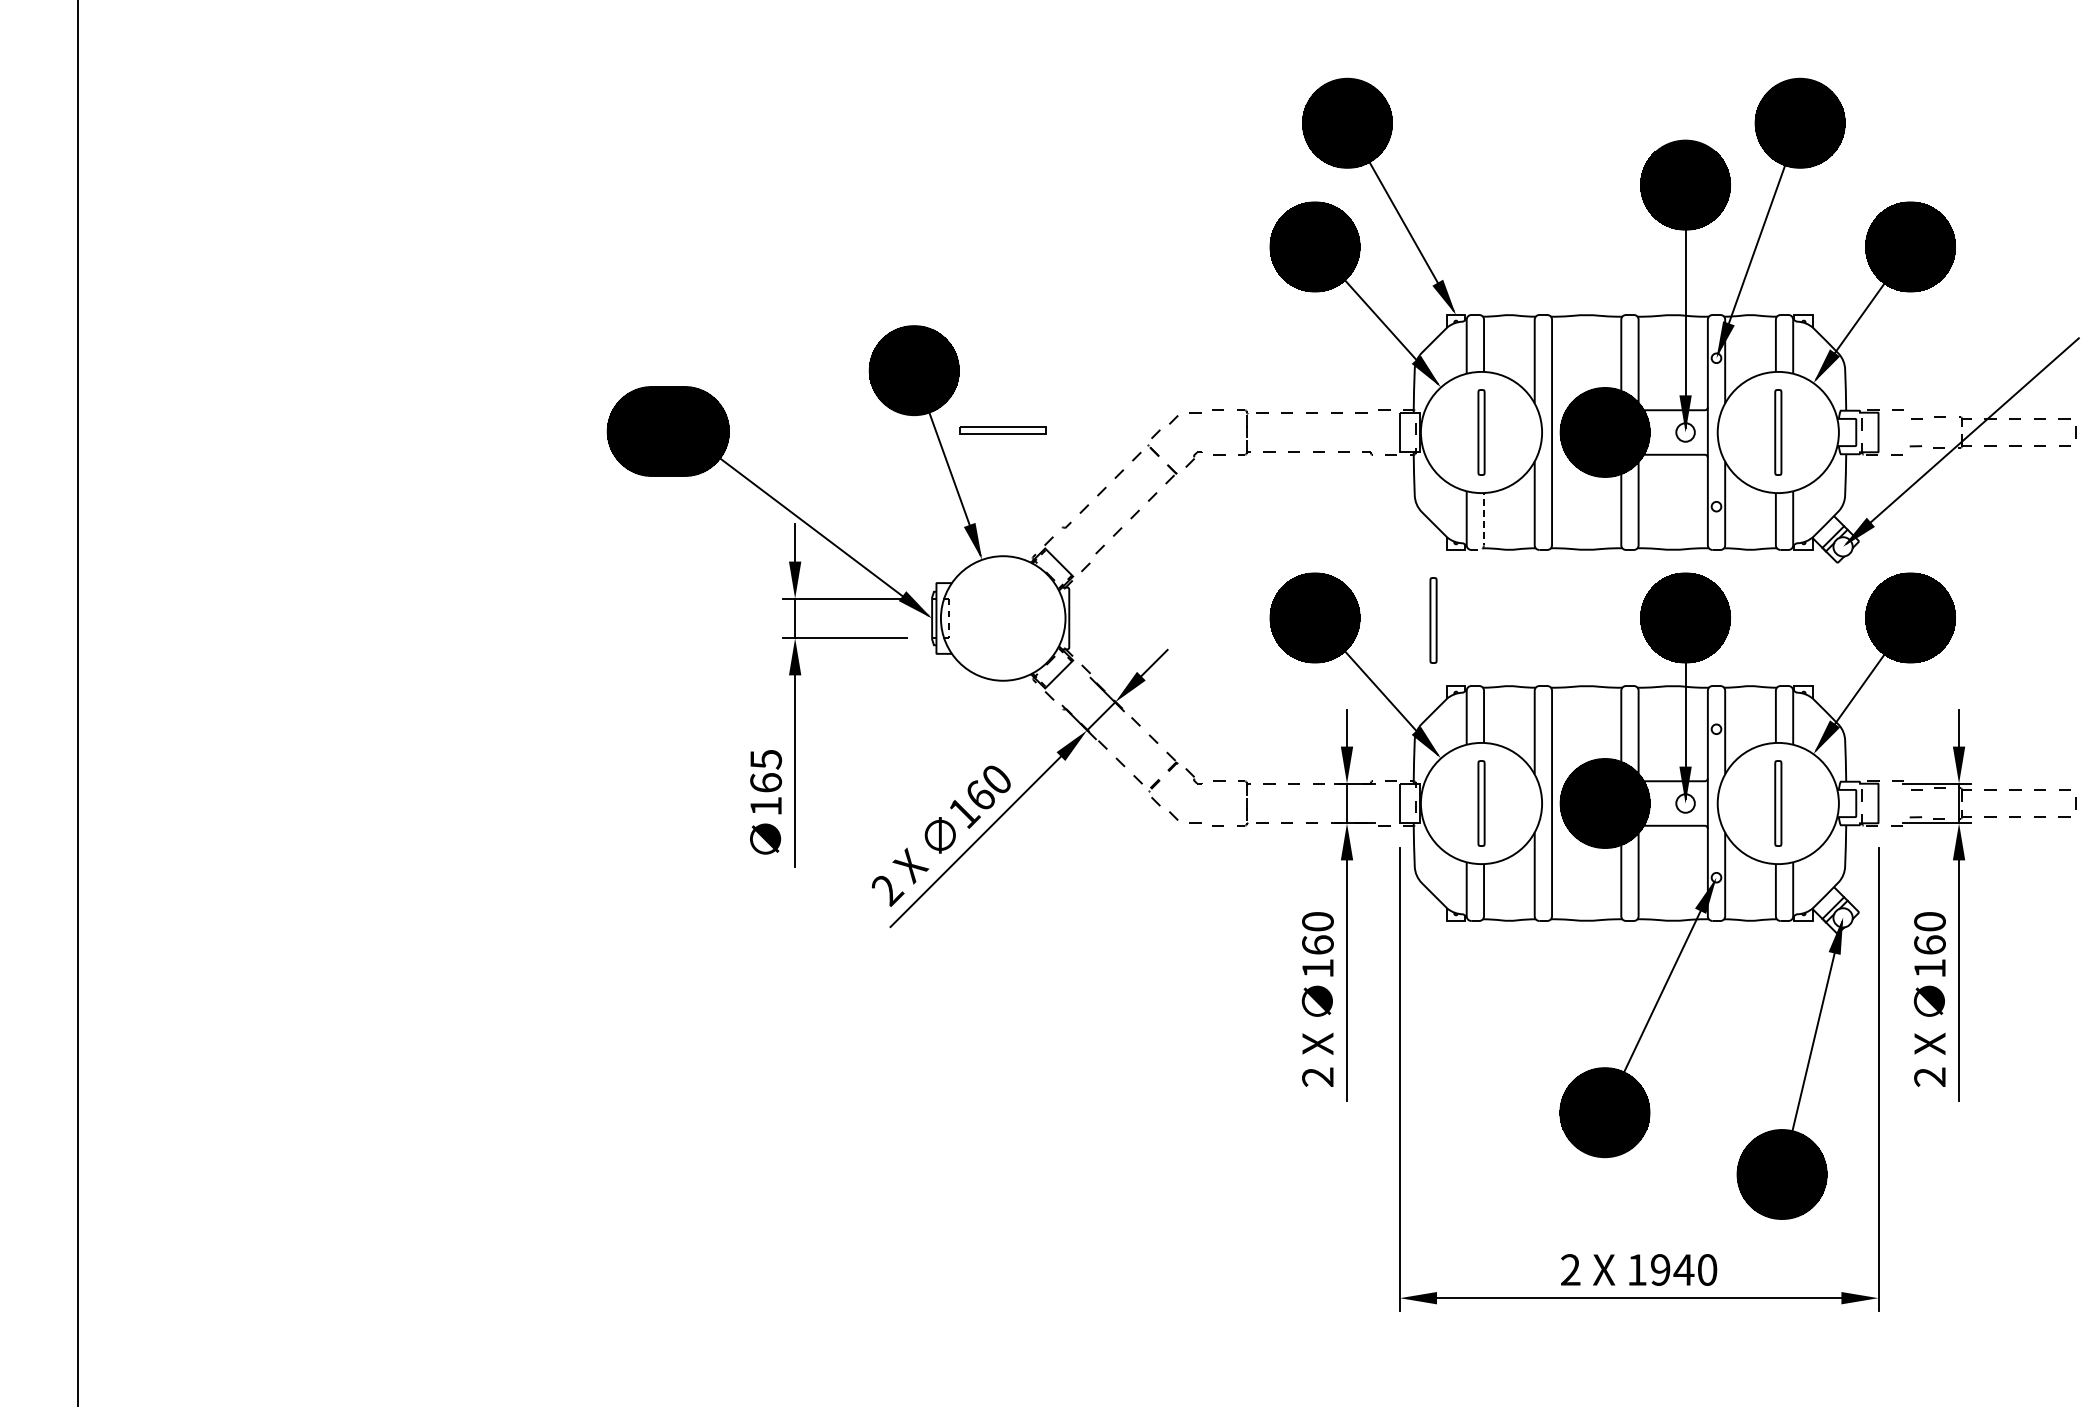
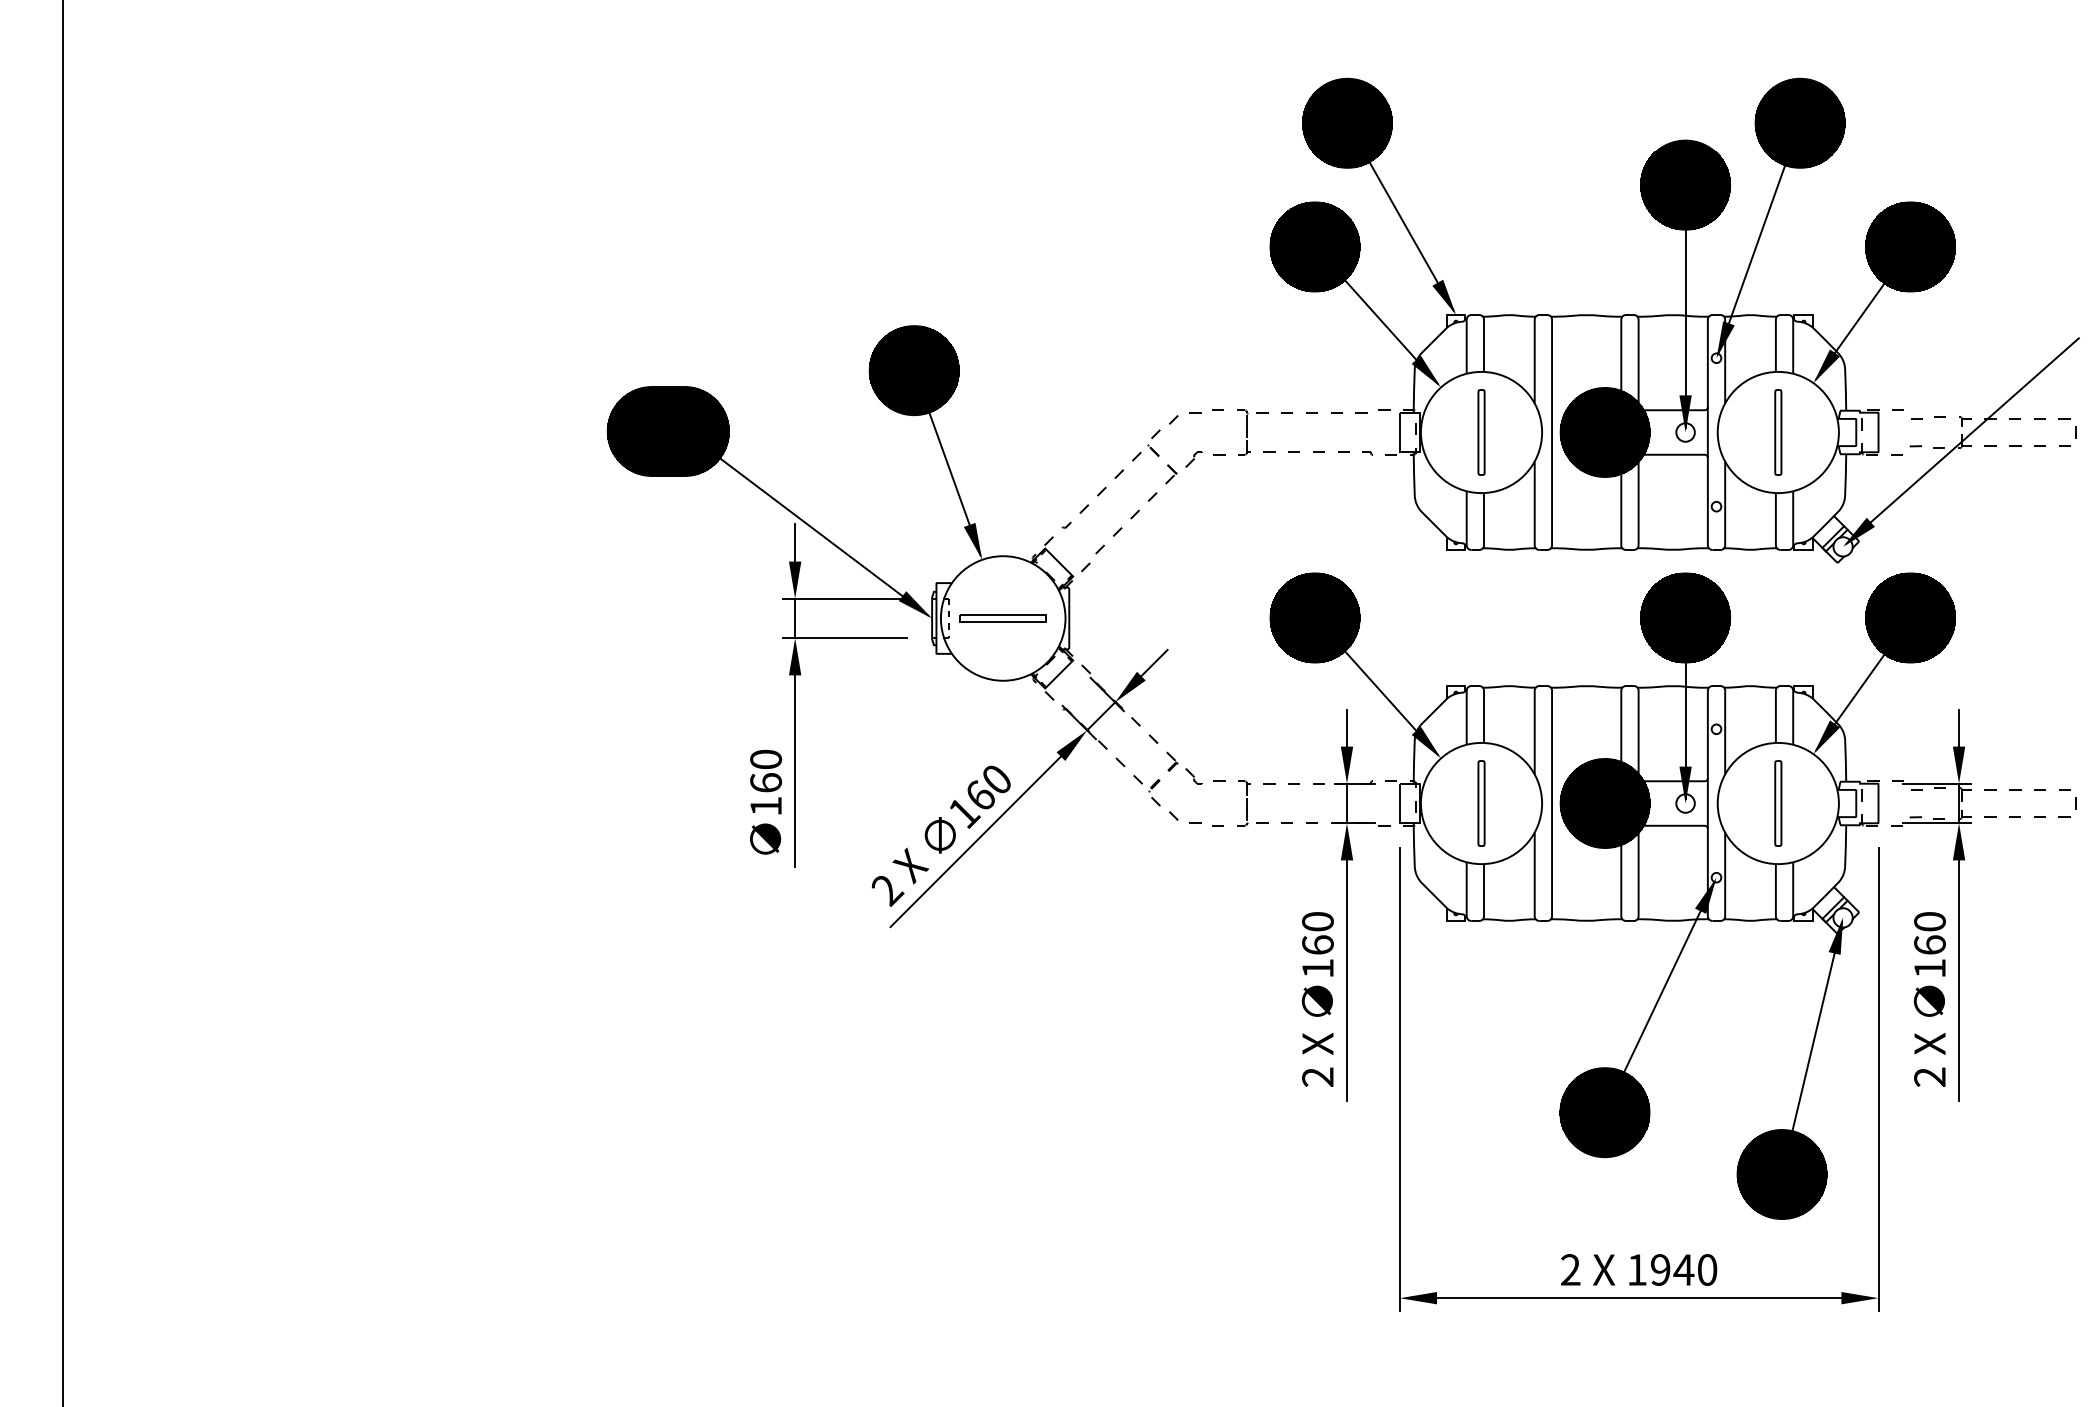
part at (1002, 430) position: (1002, 430) -> (1002, 618)
line at (1484, 531): dashed -> solid
part at (1433, 620): present -> none
line at (77, 702) position: (77, 702) -> (62, 702)
text at (765, 759): 165 -> 160
